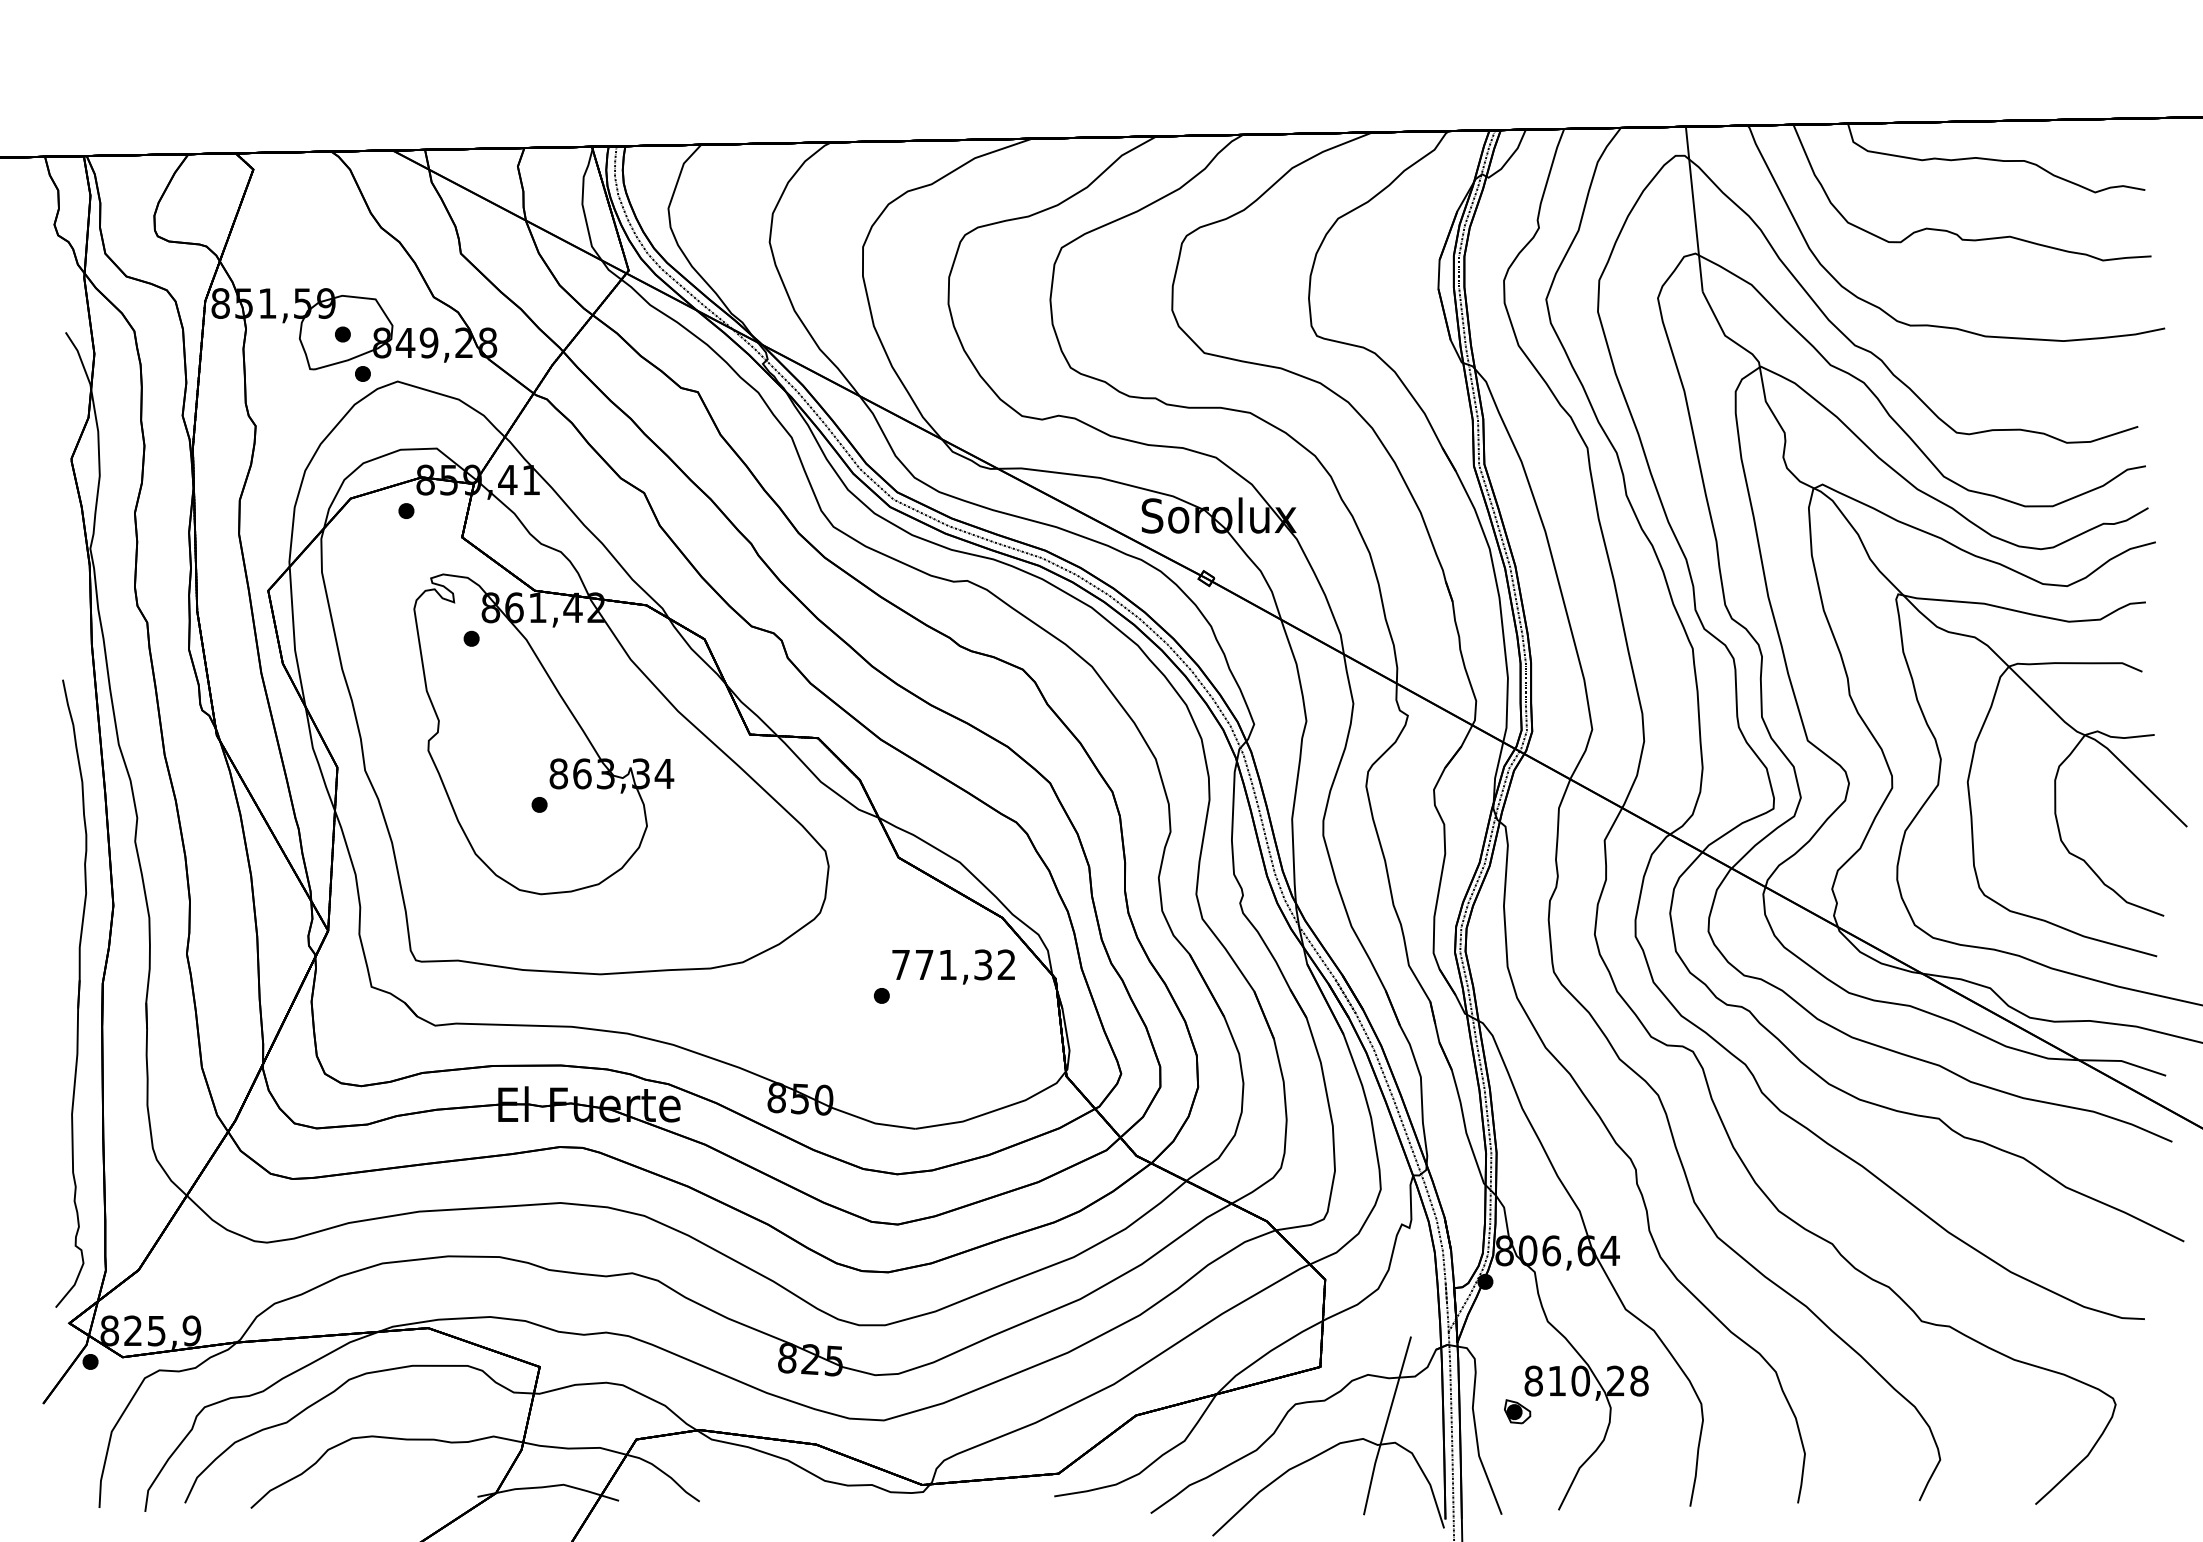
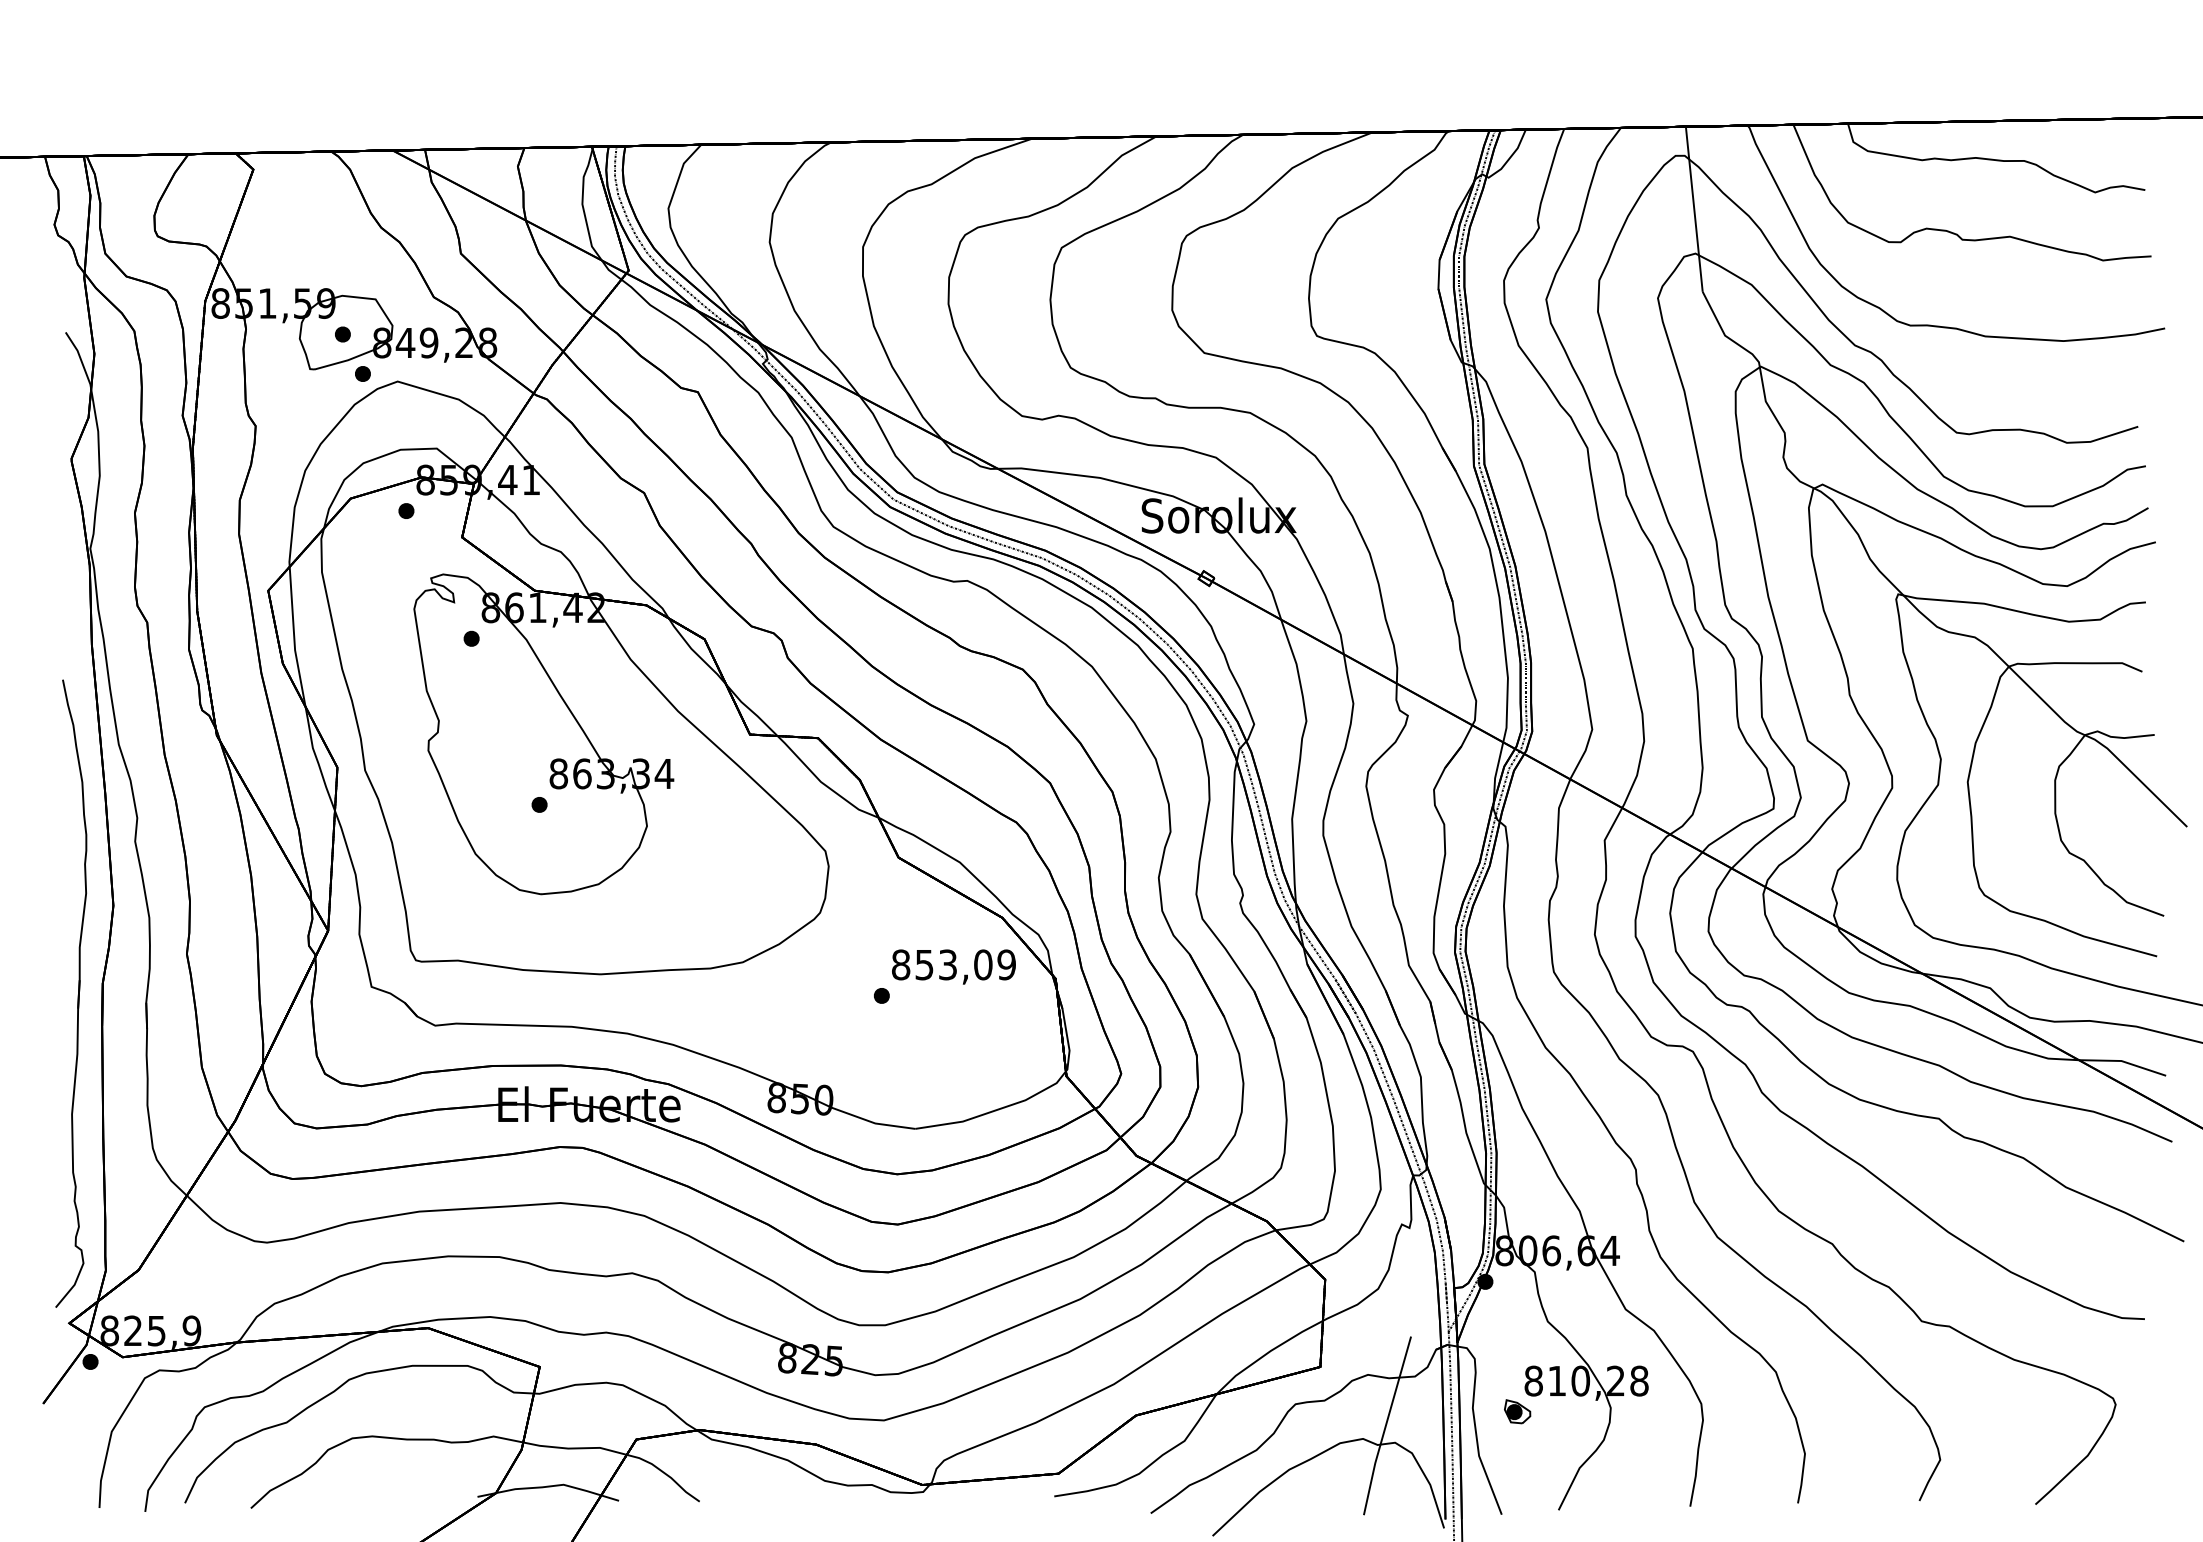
text at (953, 964): 771,32 -> 853,09
